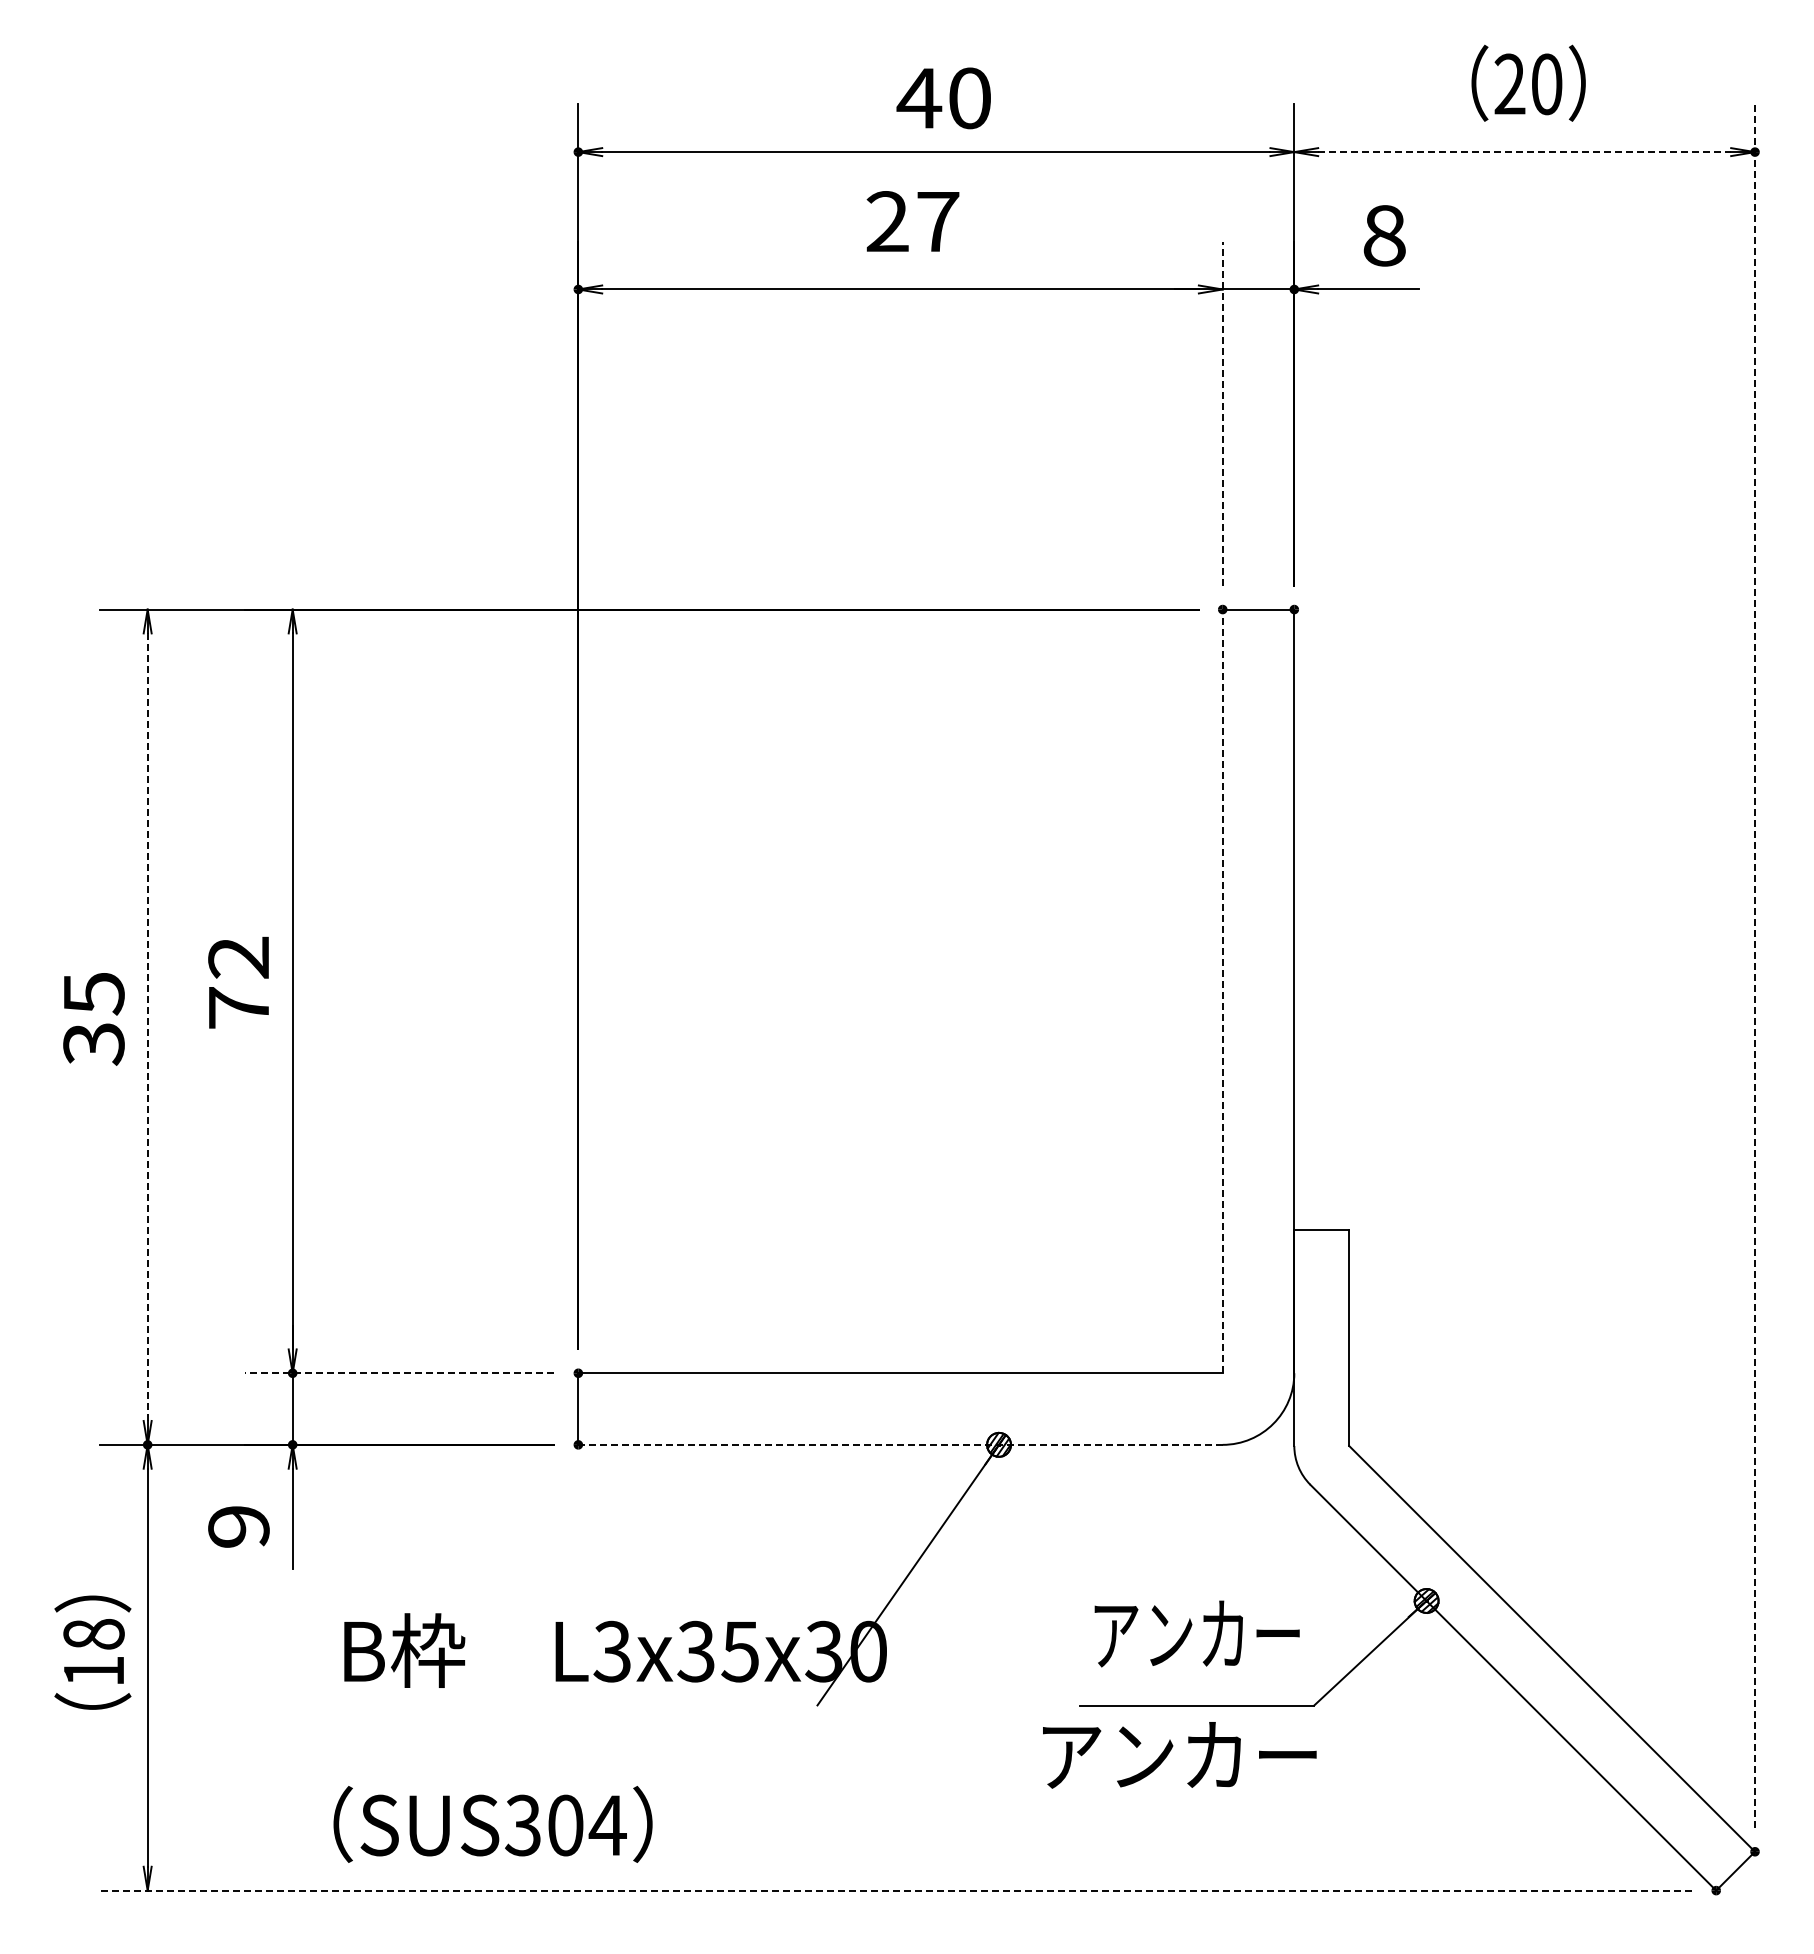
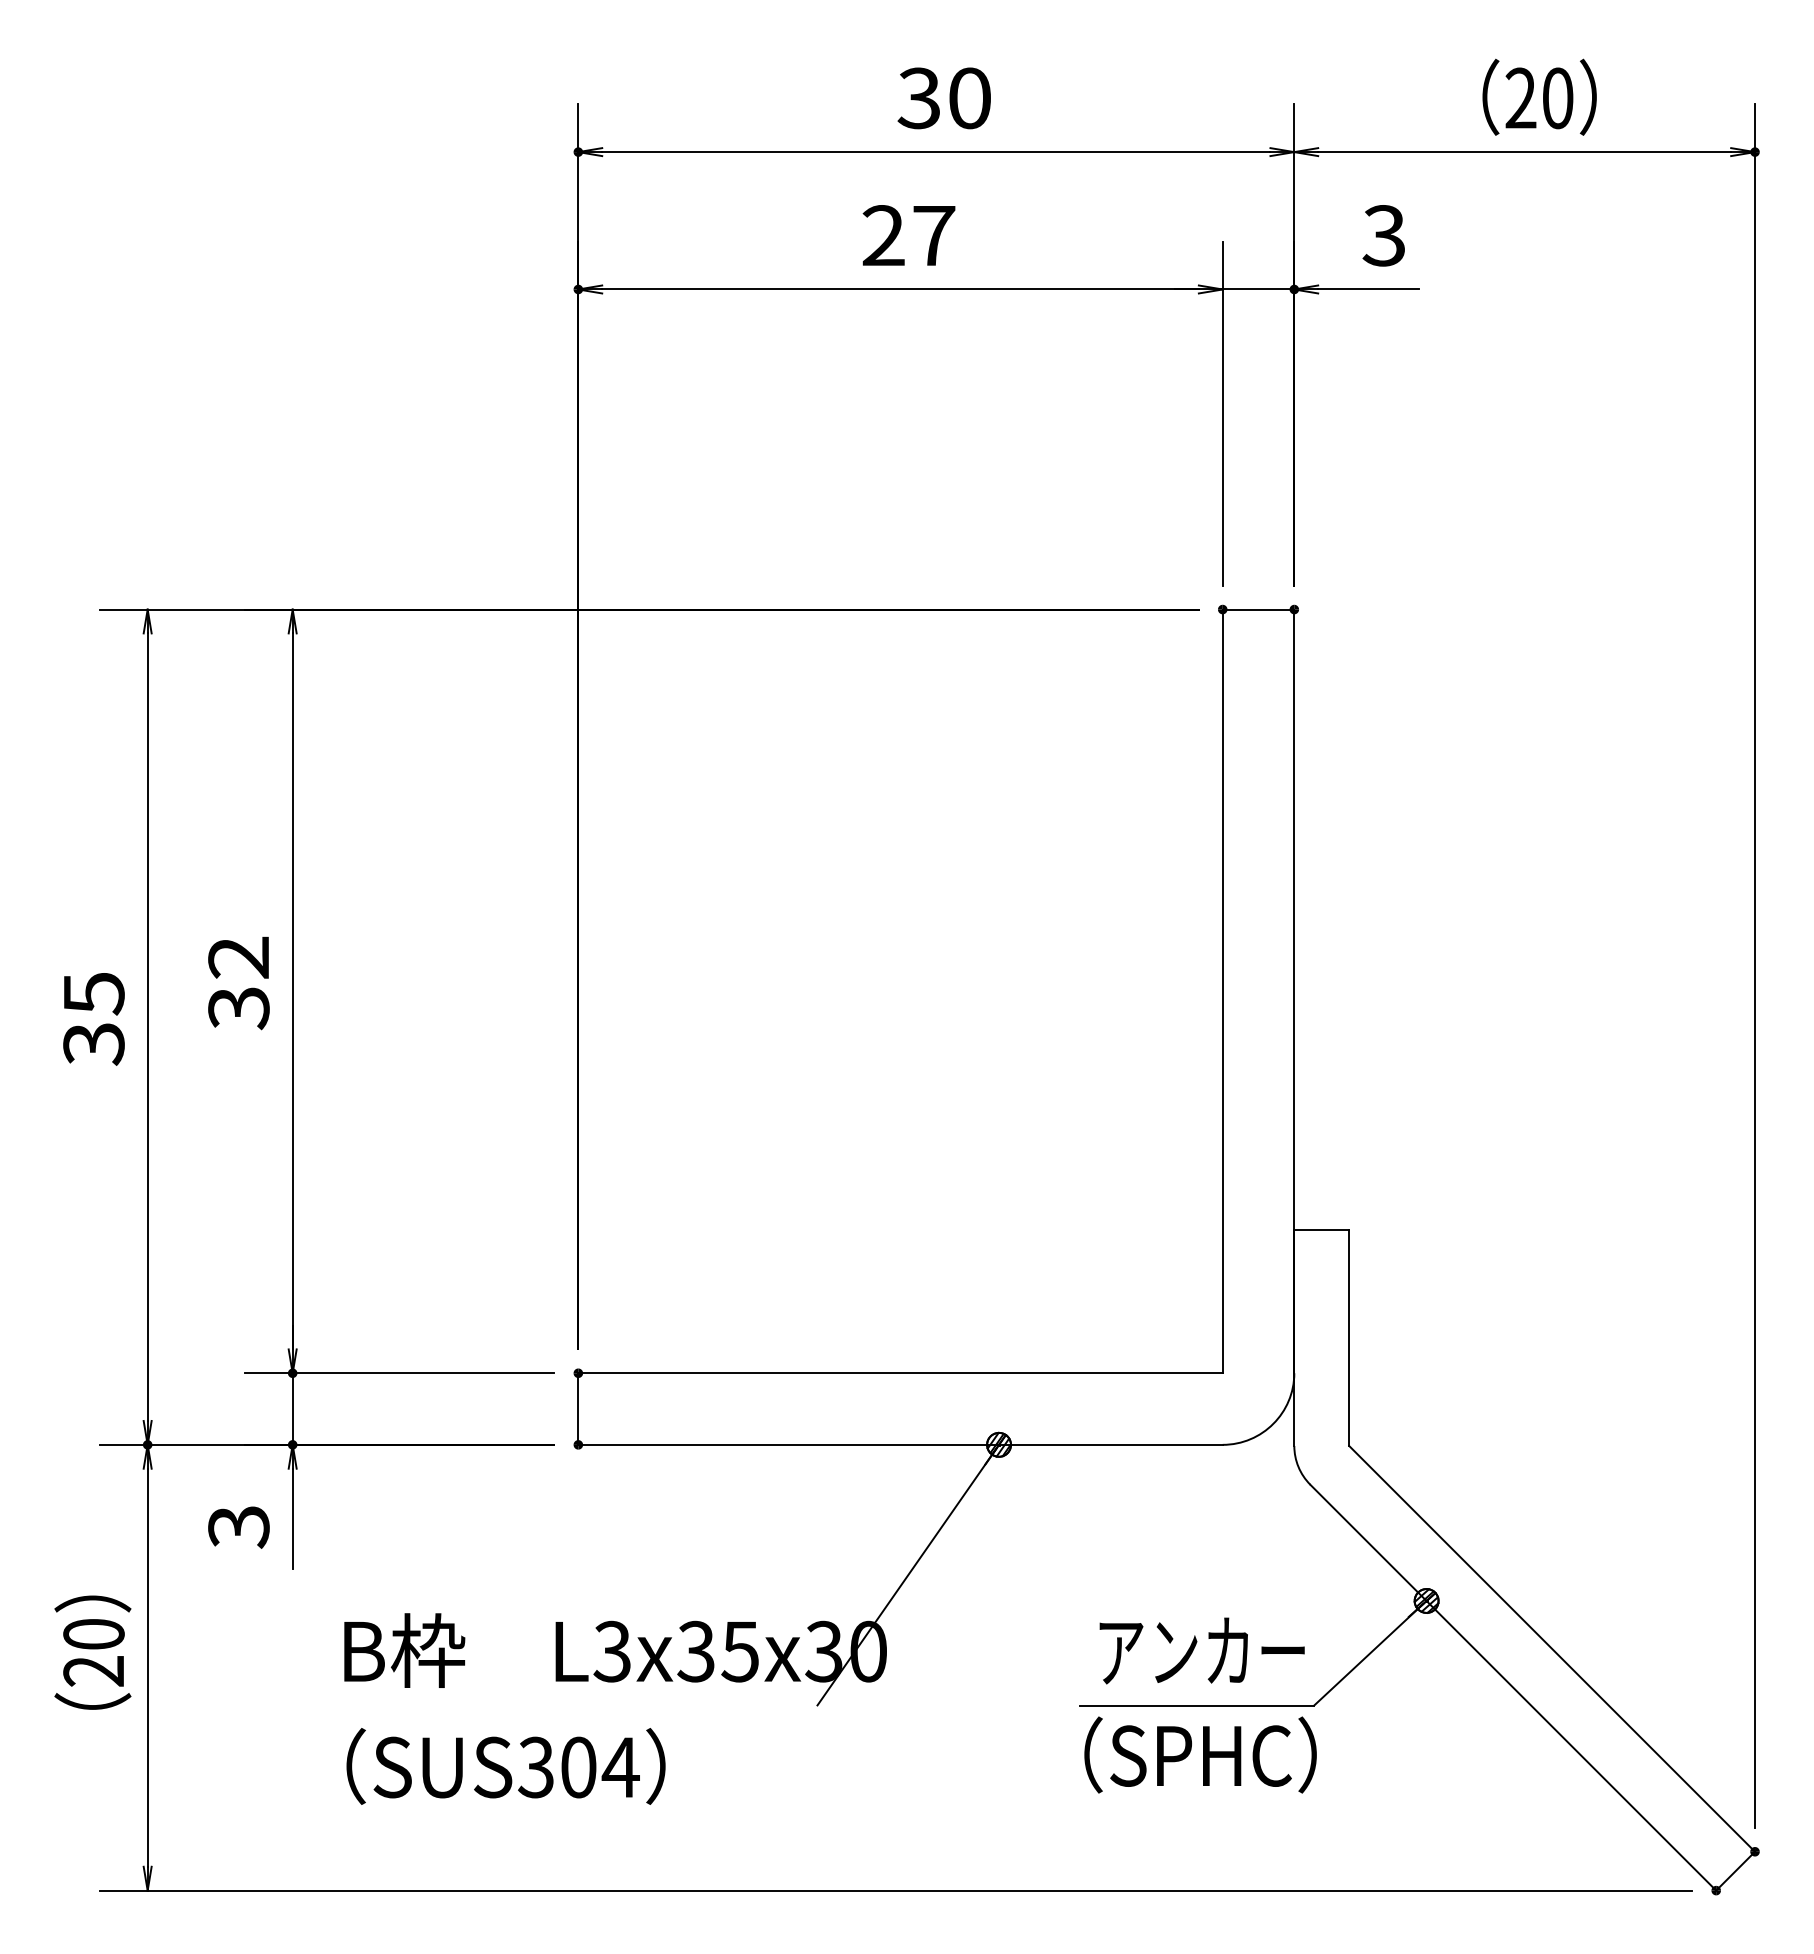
text at (1528, 82) position: (1528, 82) -> (1539, 96)
text at (919, 98): 40 -> 30
line at (1525, 152): dashed -> solid
text at (912, 221) position: (912, 221) -> (908, 235)
text at (1383, 235): 8 -> 3
line at (1222, 413): dashed -> solid
line at (1755, 966): dashed -> solid
line at (1222, 991): dashed -> solid
text at (238, 1008): 72 -> 32
line at (147, 1027): dashed -> solid
line at (399, 1373): dashed -> solid
line at (901, 1444): dashed -> solid
text at (238, 1527): 9 -> 3
text at (1196, 1633) position: (1196, 1633) -> (1201, 1650)
text at (93, 1652): 18 -> 20
text at (1179, 1754): アンカー -> （SPHC）
text at (492, 1824) position: (492, 1824) -> (505, 1766)
line at (895, 1890): dashed -> solid
